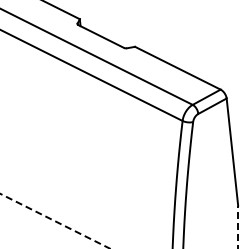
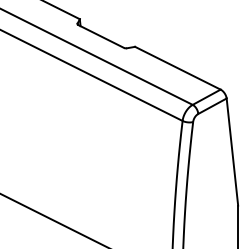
line at (55, 221): dashed -> solid
line at (238, 226): dashed -> solid
